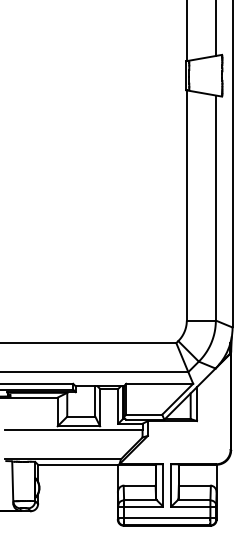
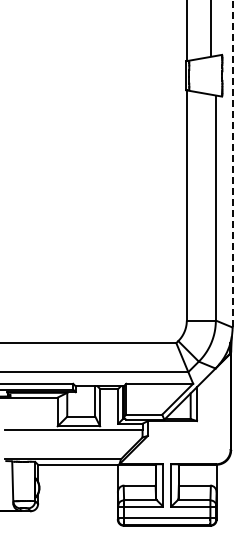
line at (215, 29) position: (215, 29) -> (210, 29)
line at (232, 163): solid -> dashed
